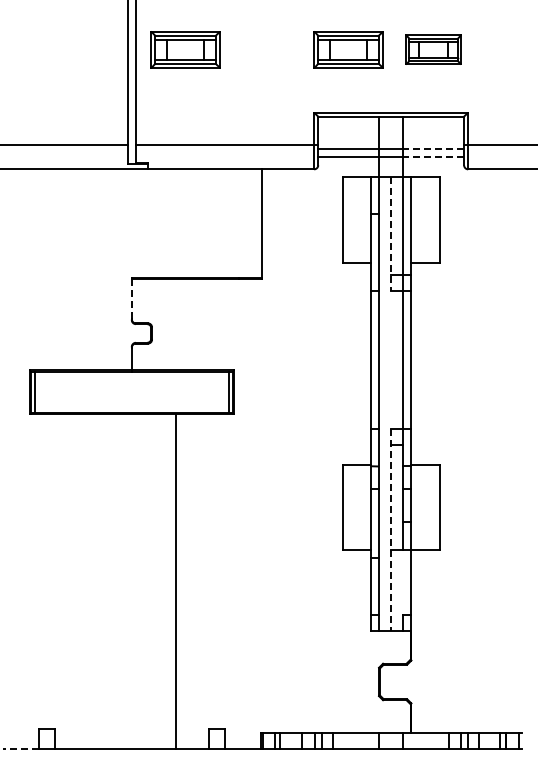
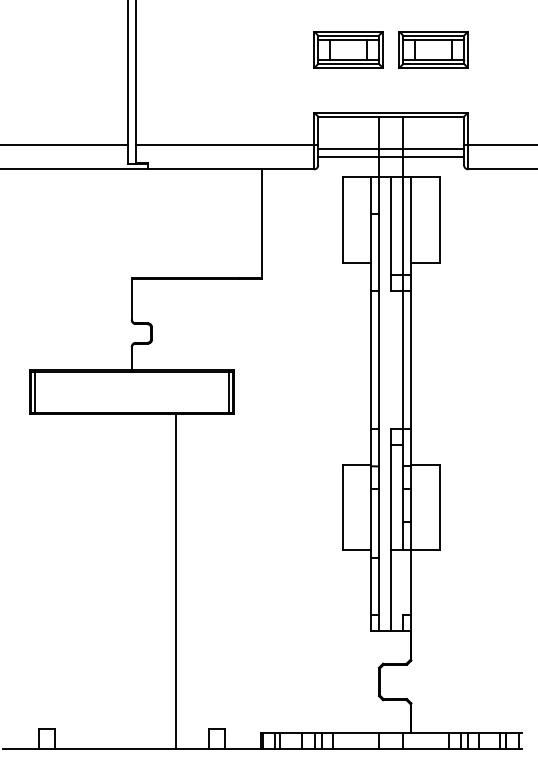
part at (185, 49): present -> none
part at (433, 49) size: 57x31 px -> 71x38 px
line at (433, 149): dashed -> solid
line at (433, 157): dashed -> solid
line at (391, 234): dashed -> solid
line at (131, 299): dashed -> solid
line at (391, 530): dashed -> solid
line at (20, 748): dashed -> solid
